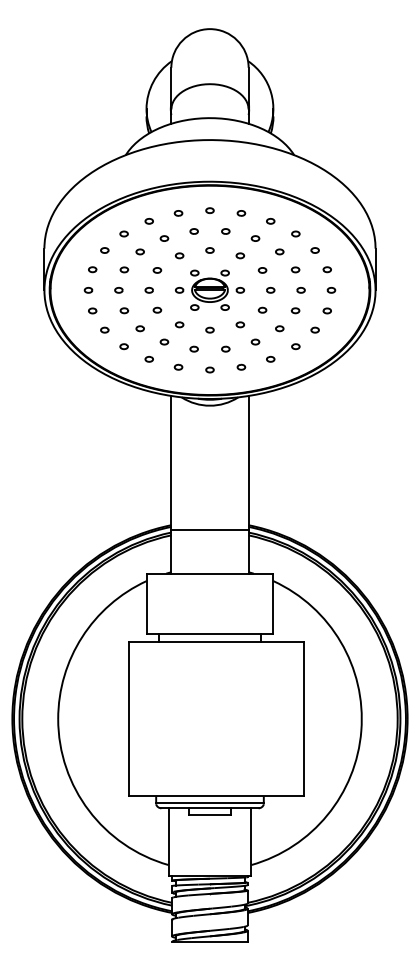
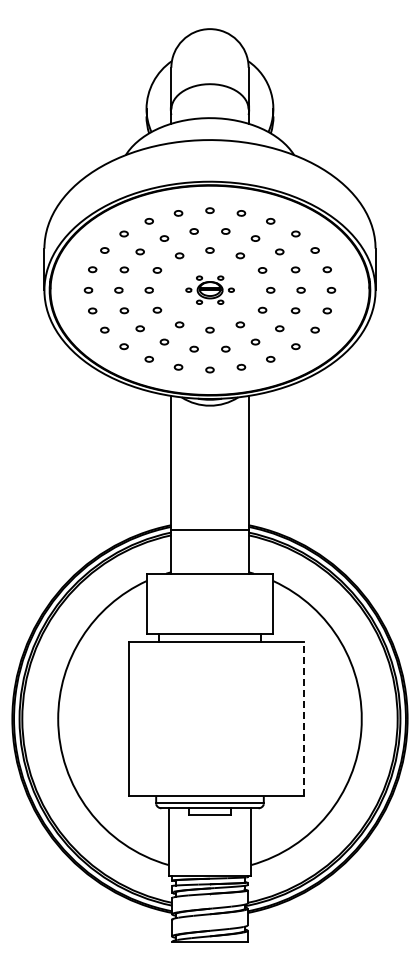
part at (210, 289) size: 71x42 px -> 50x30 px
line at (303, 718): solid -> dashed
